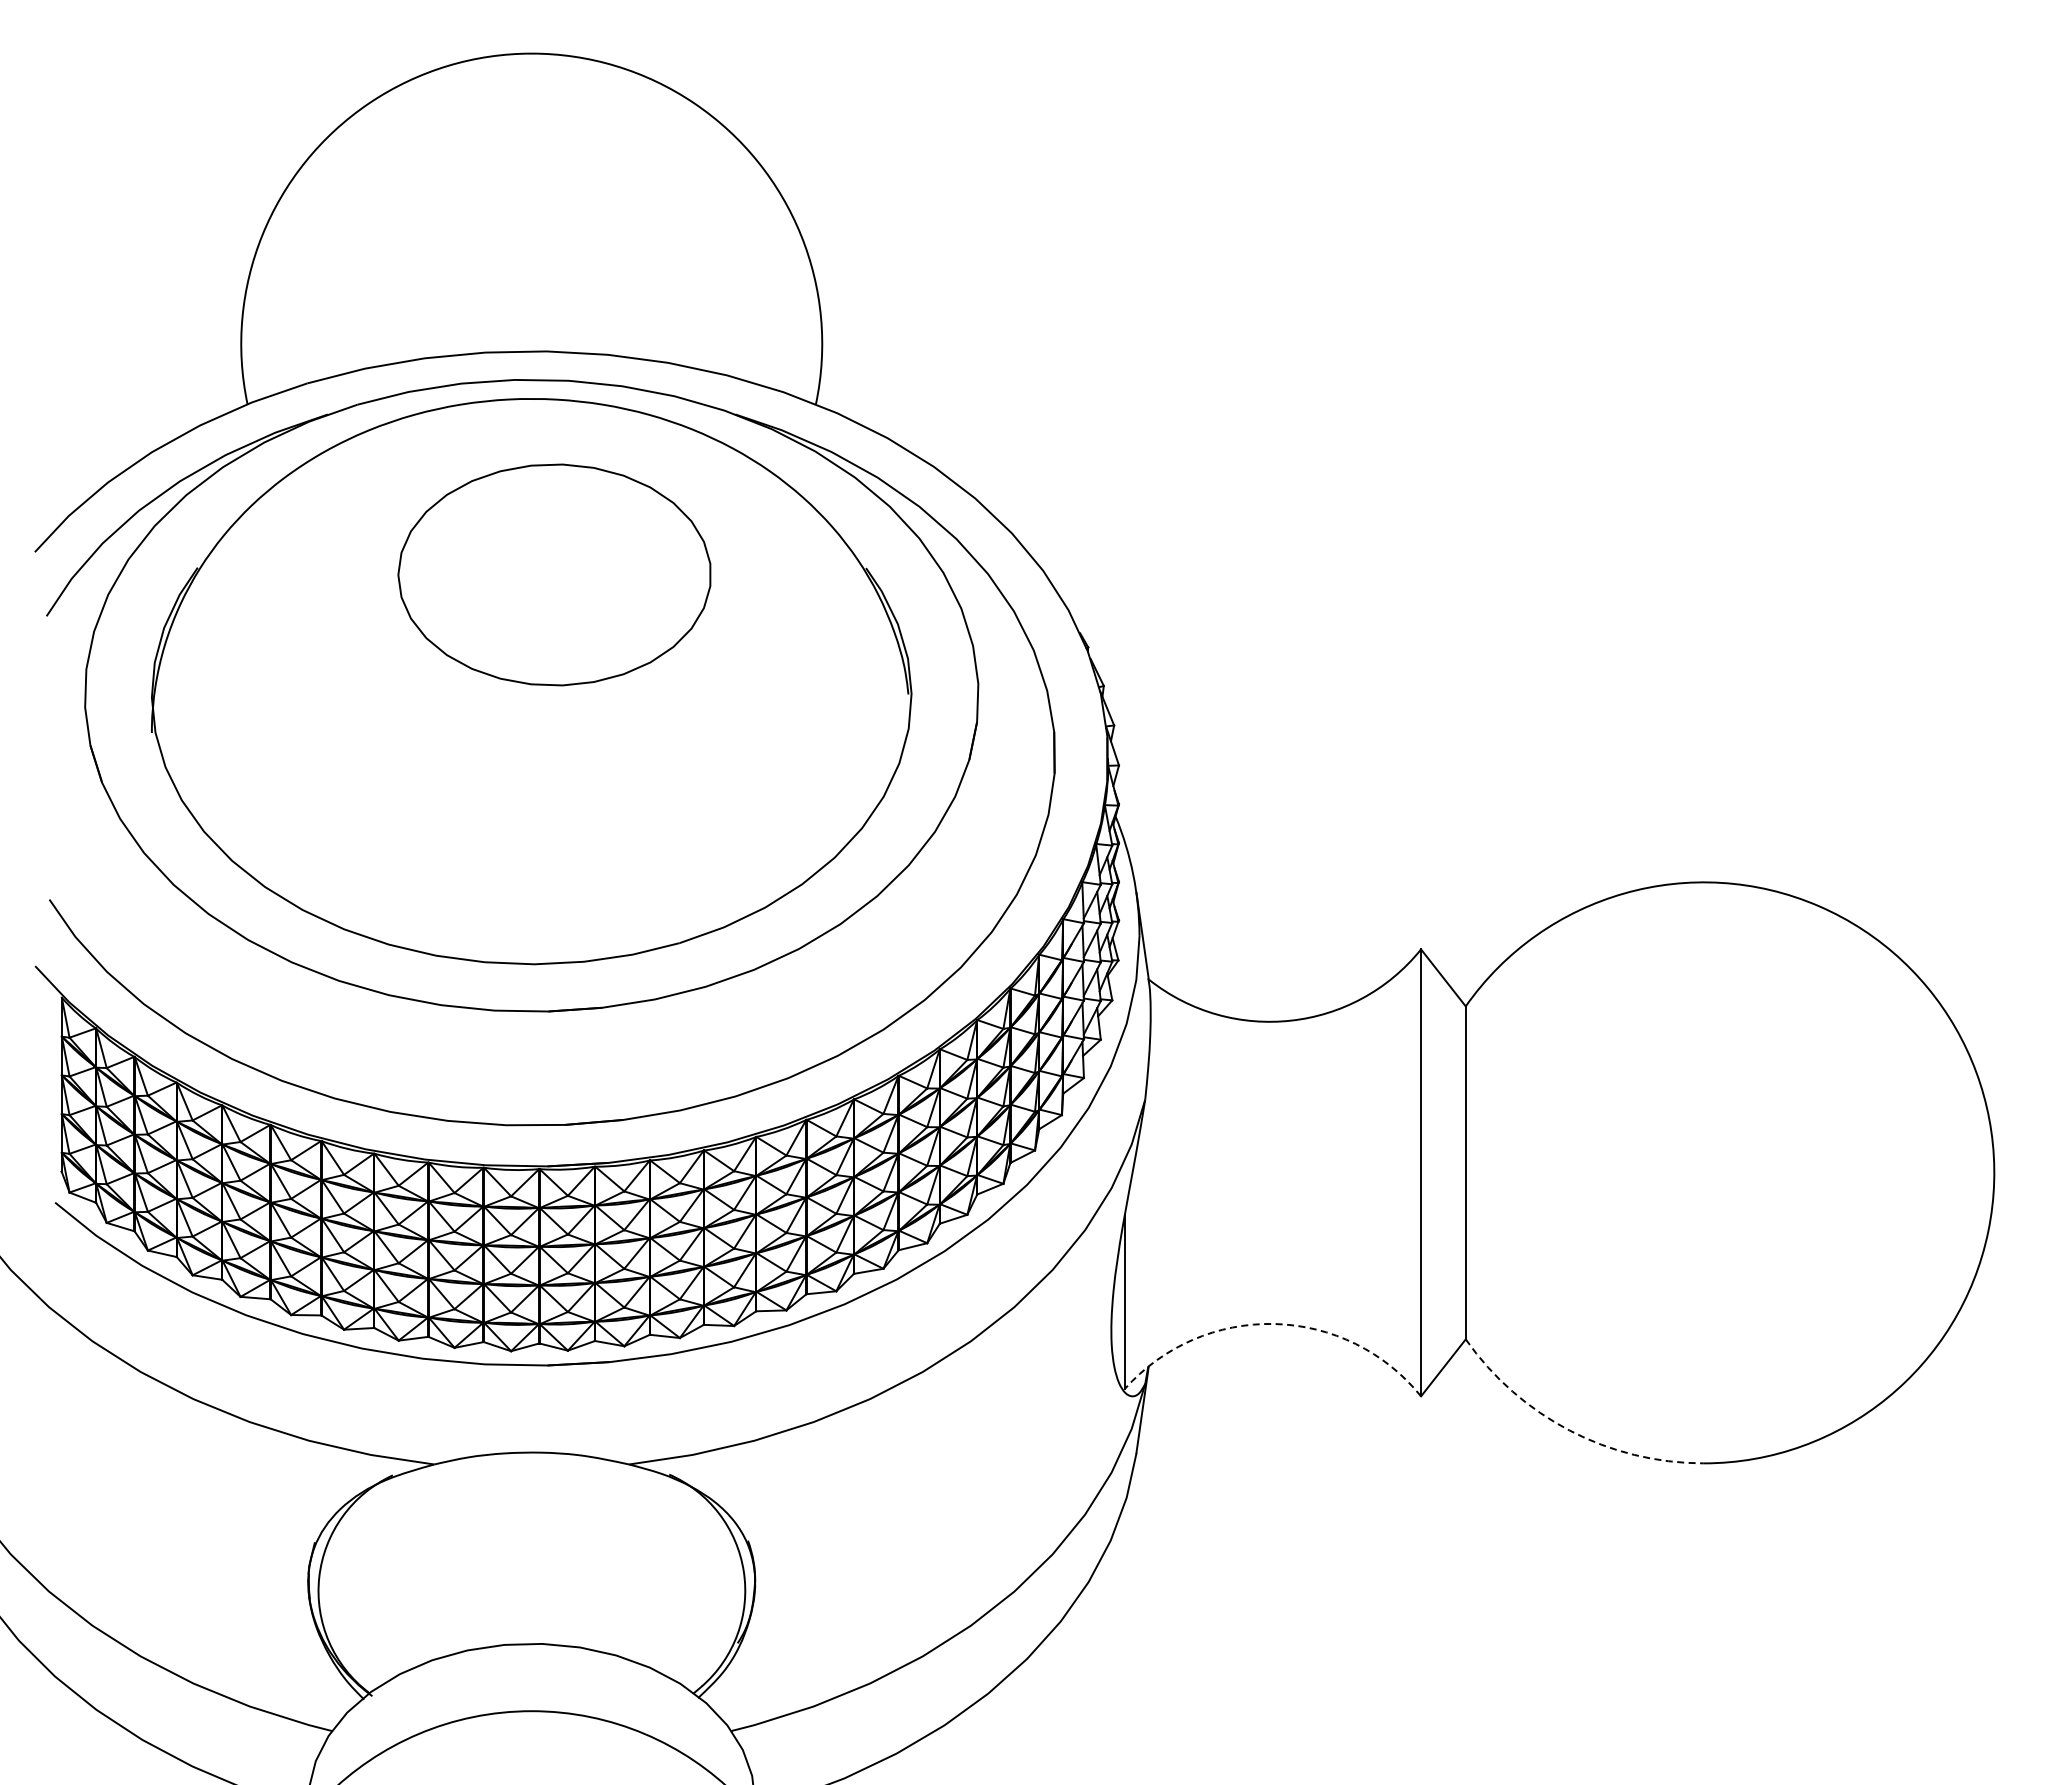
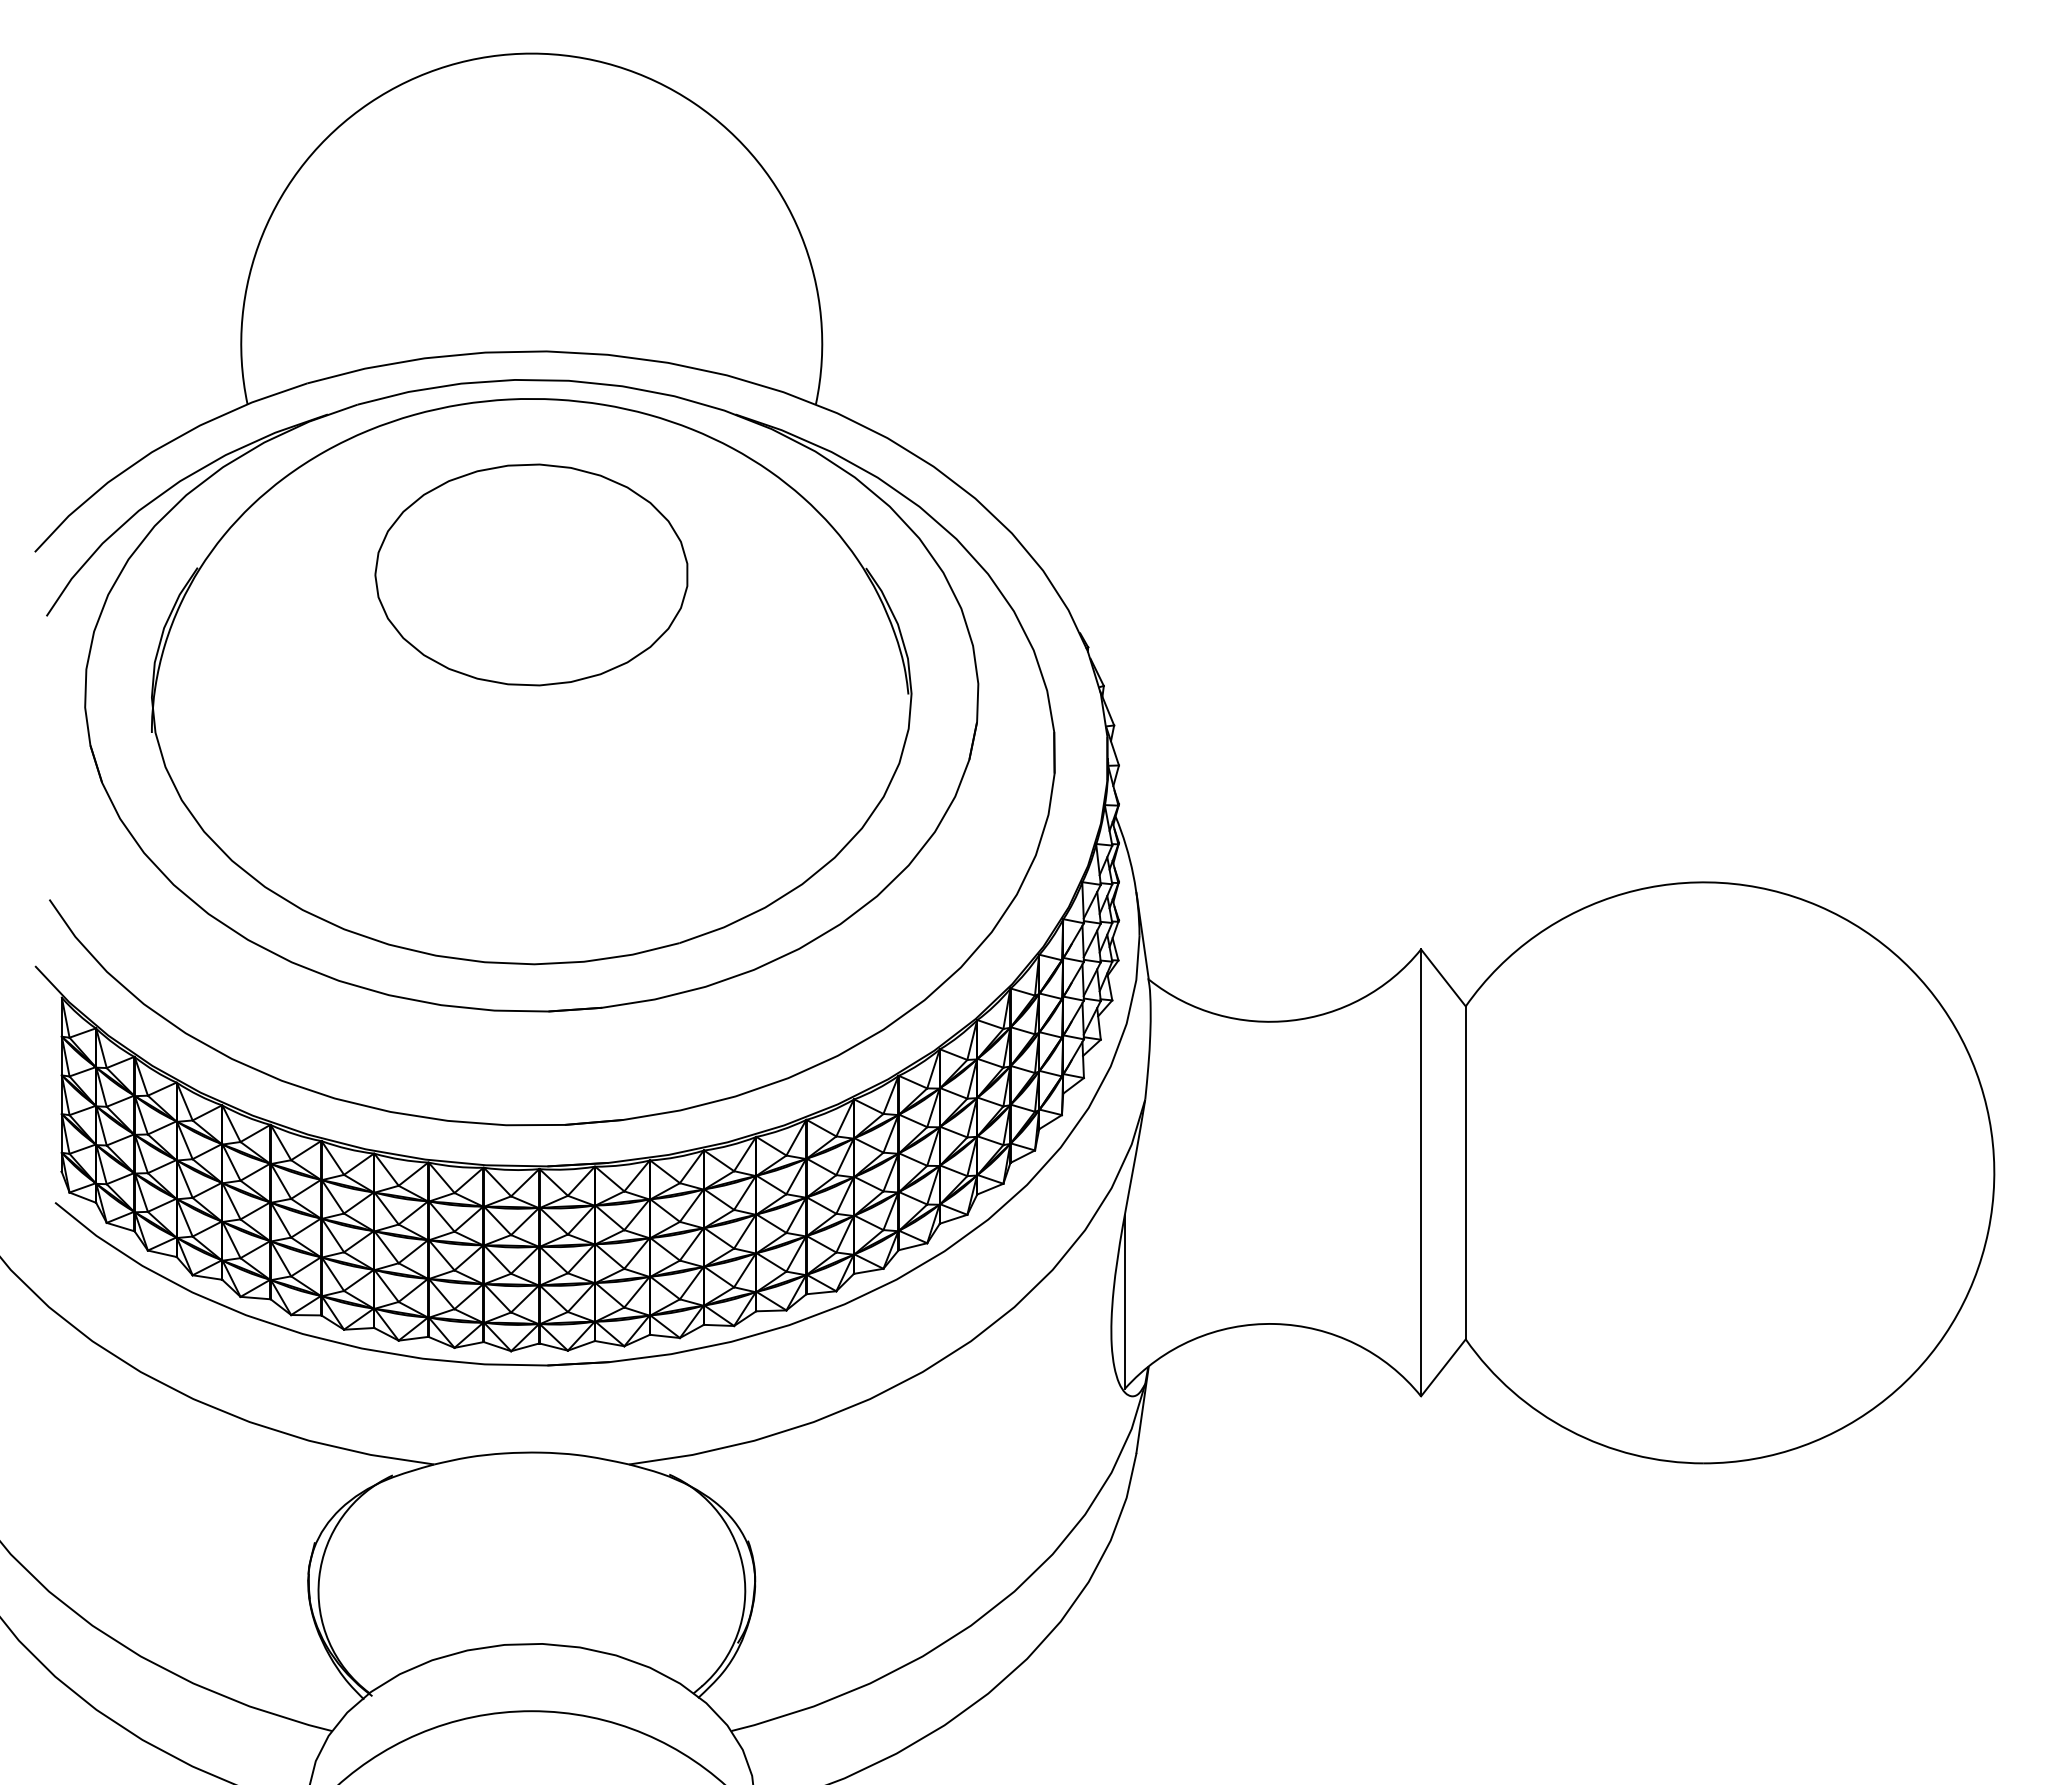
part at (554, 574) position: (554, 574) -> (531, 574)
arc at (1274, 1324): dashed -> solid
arc at (1569, 1430): dashed -> solid
